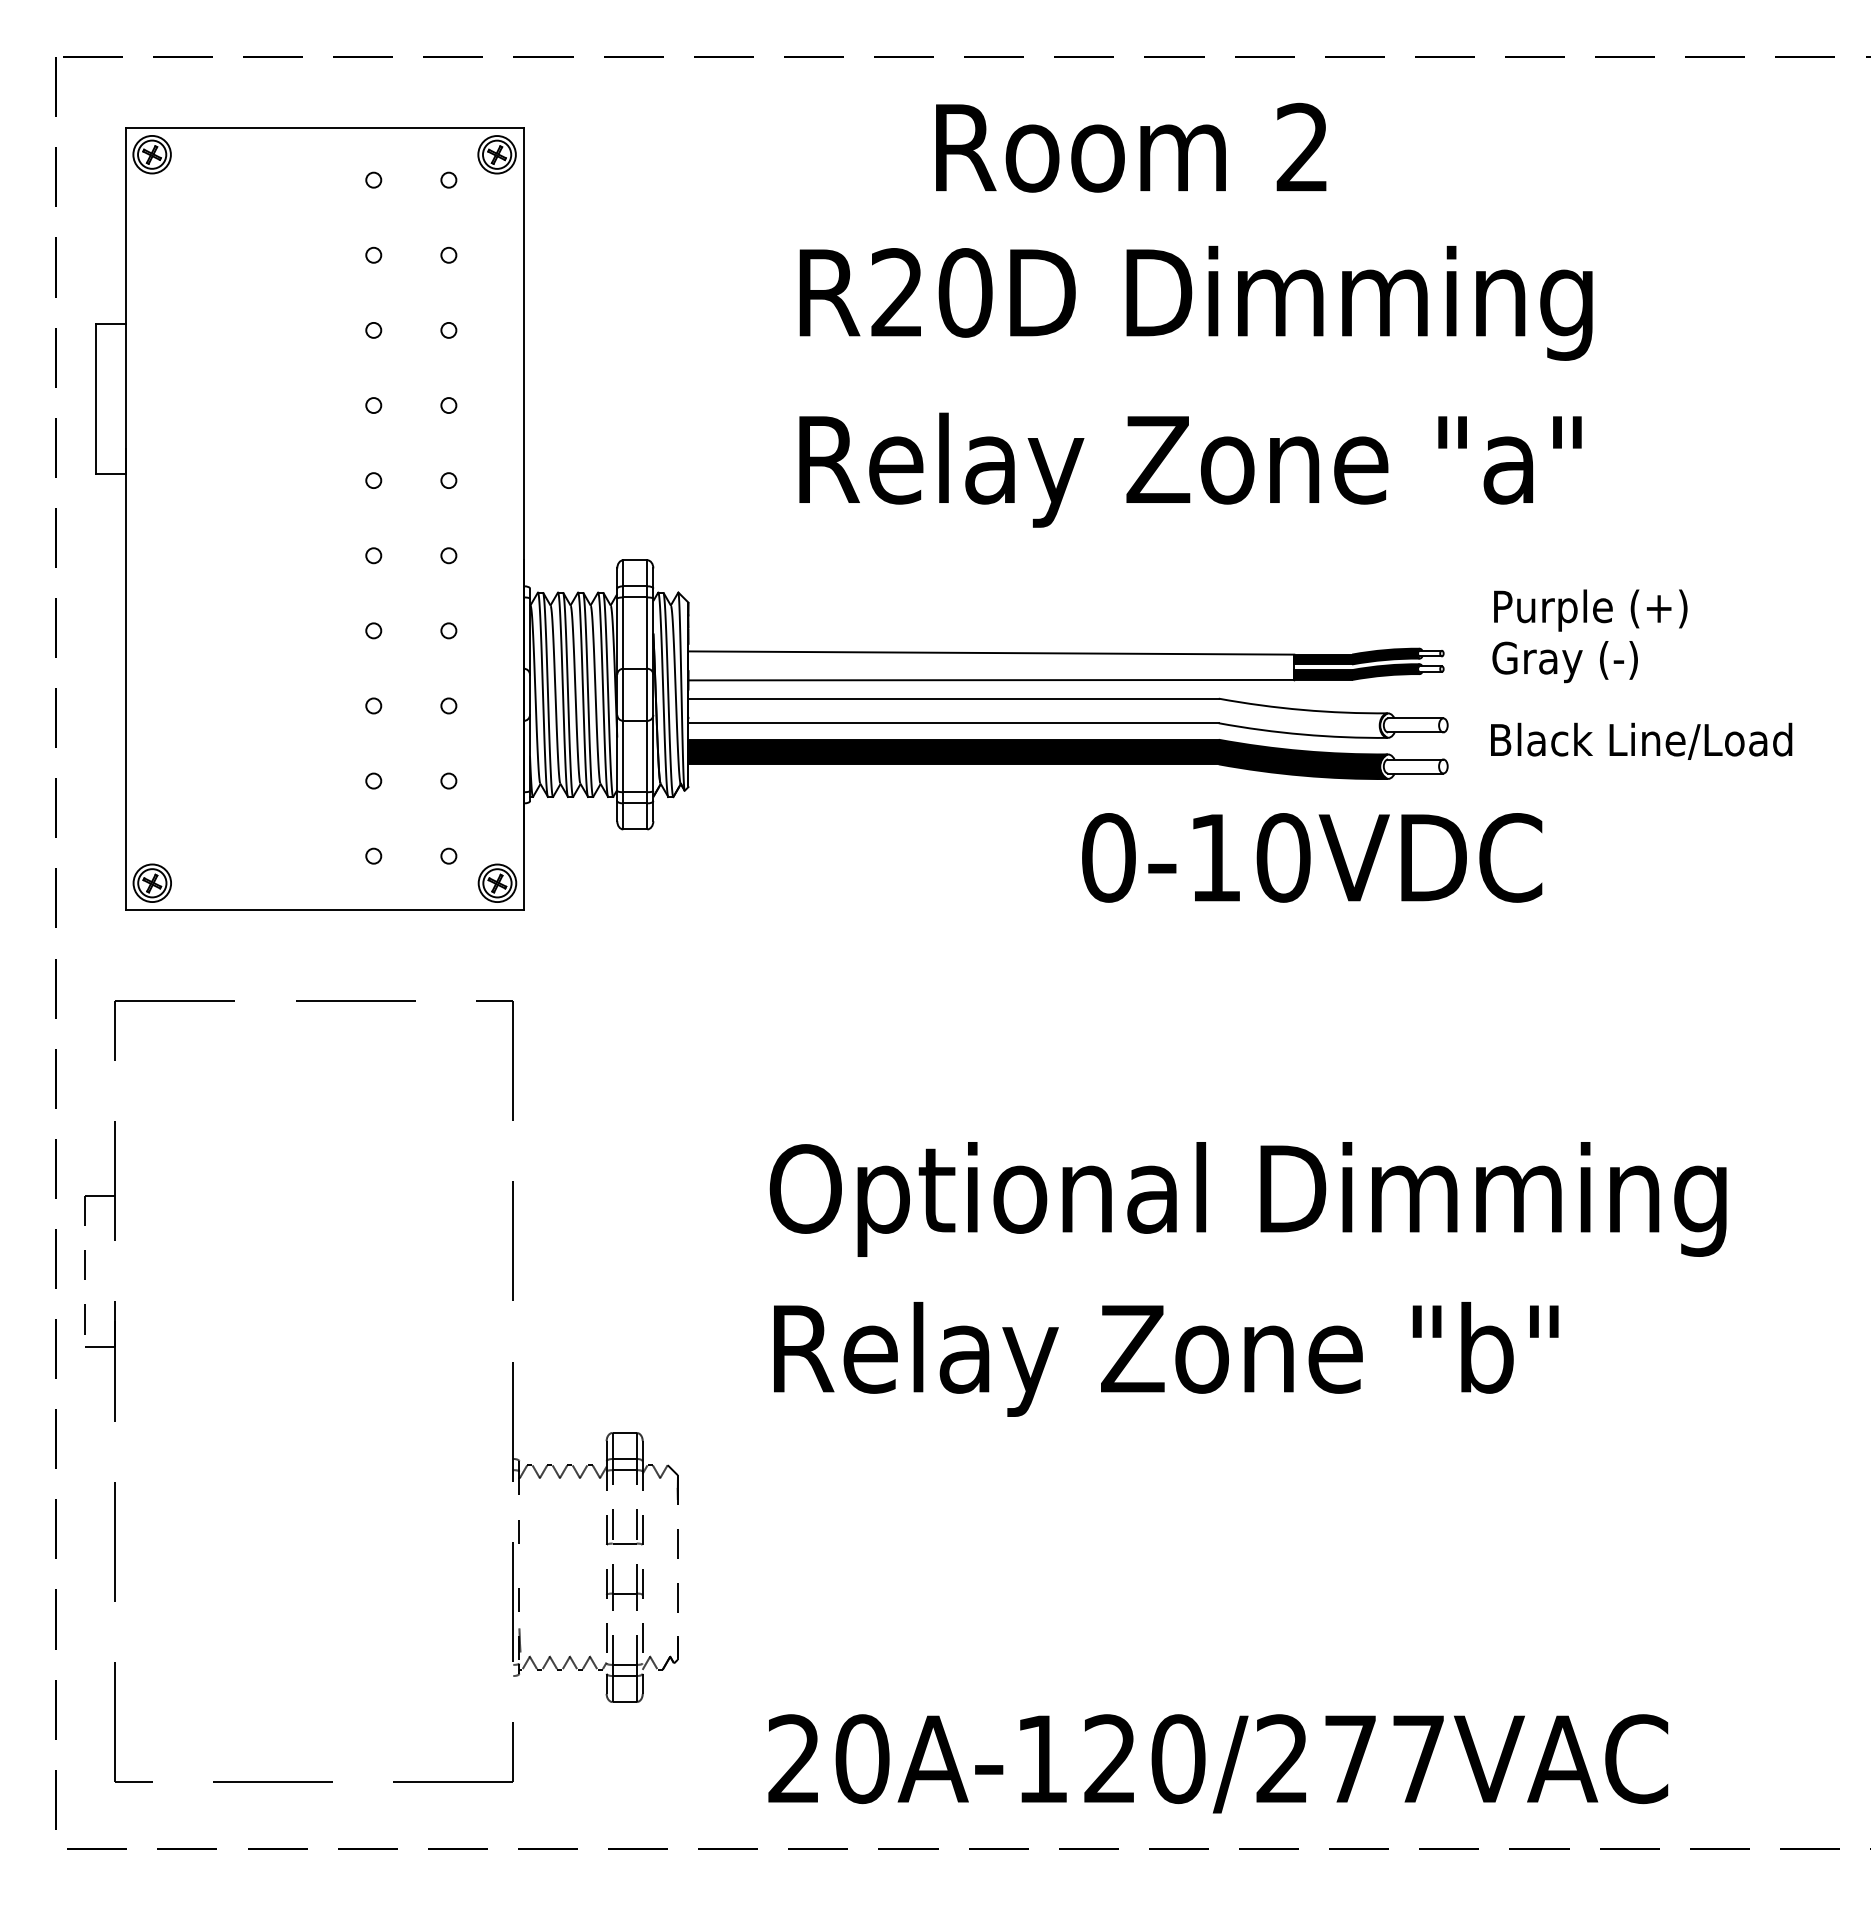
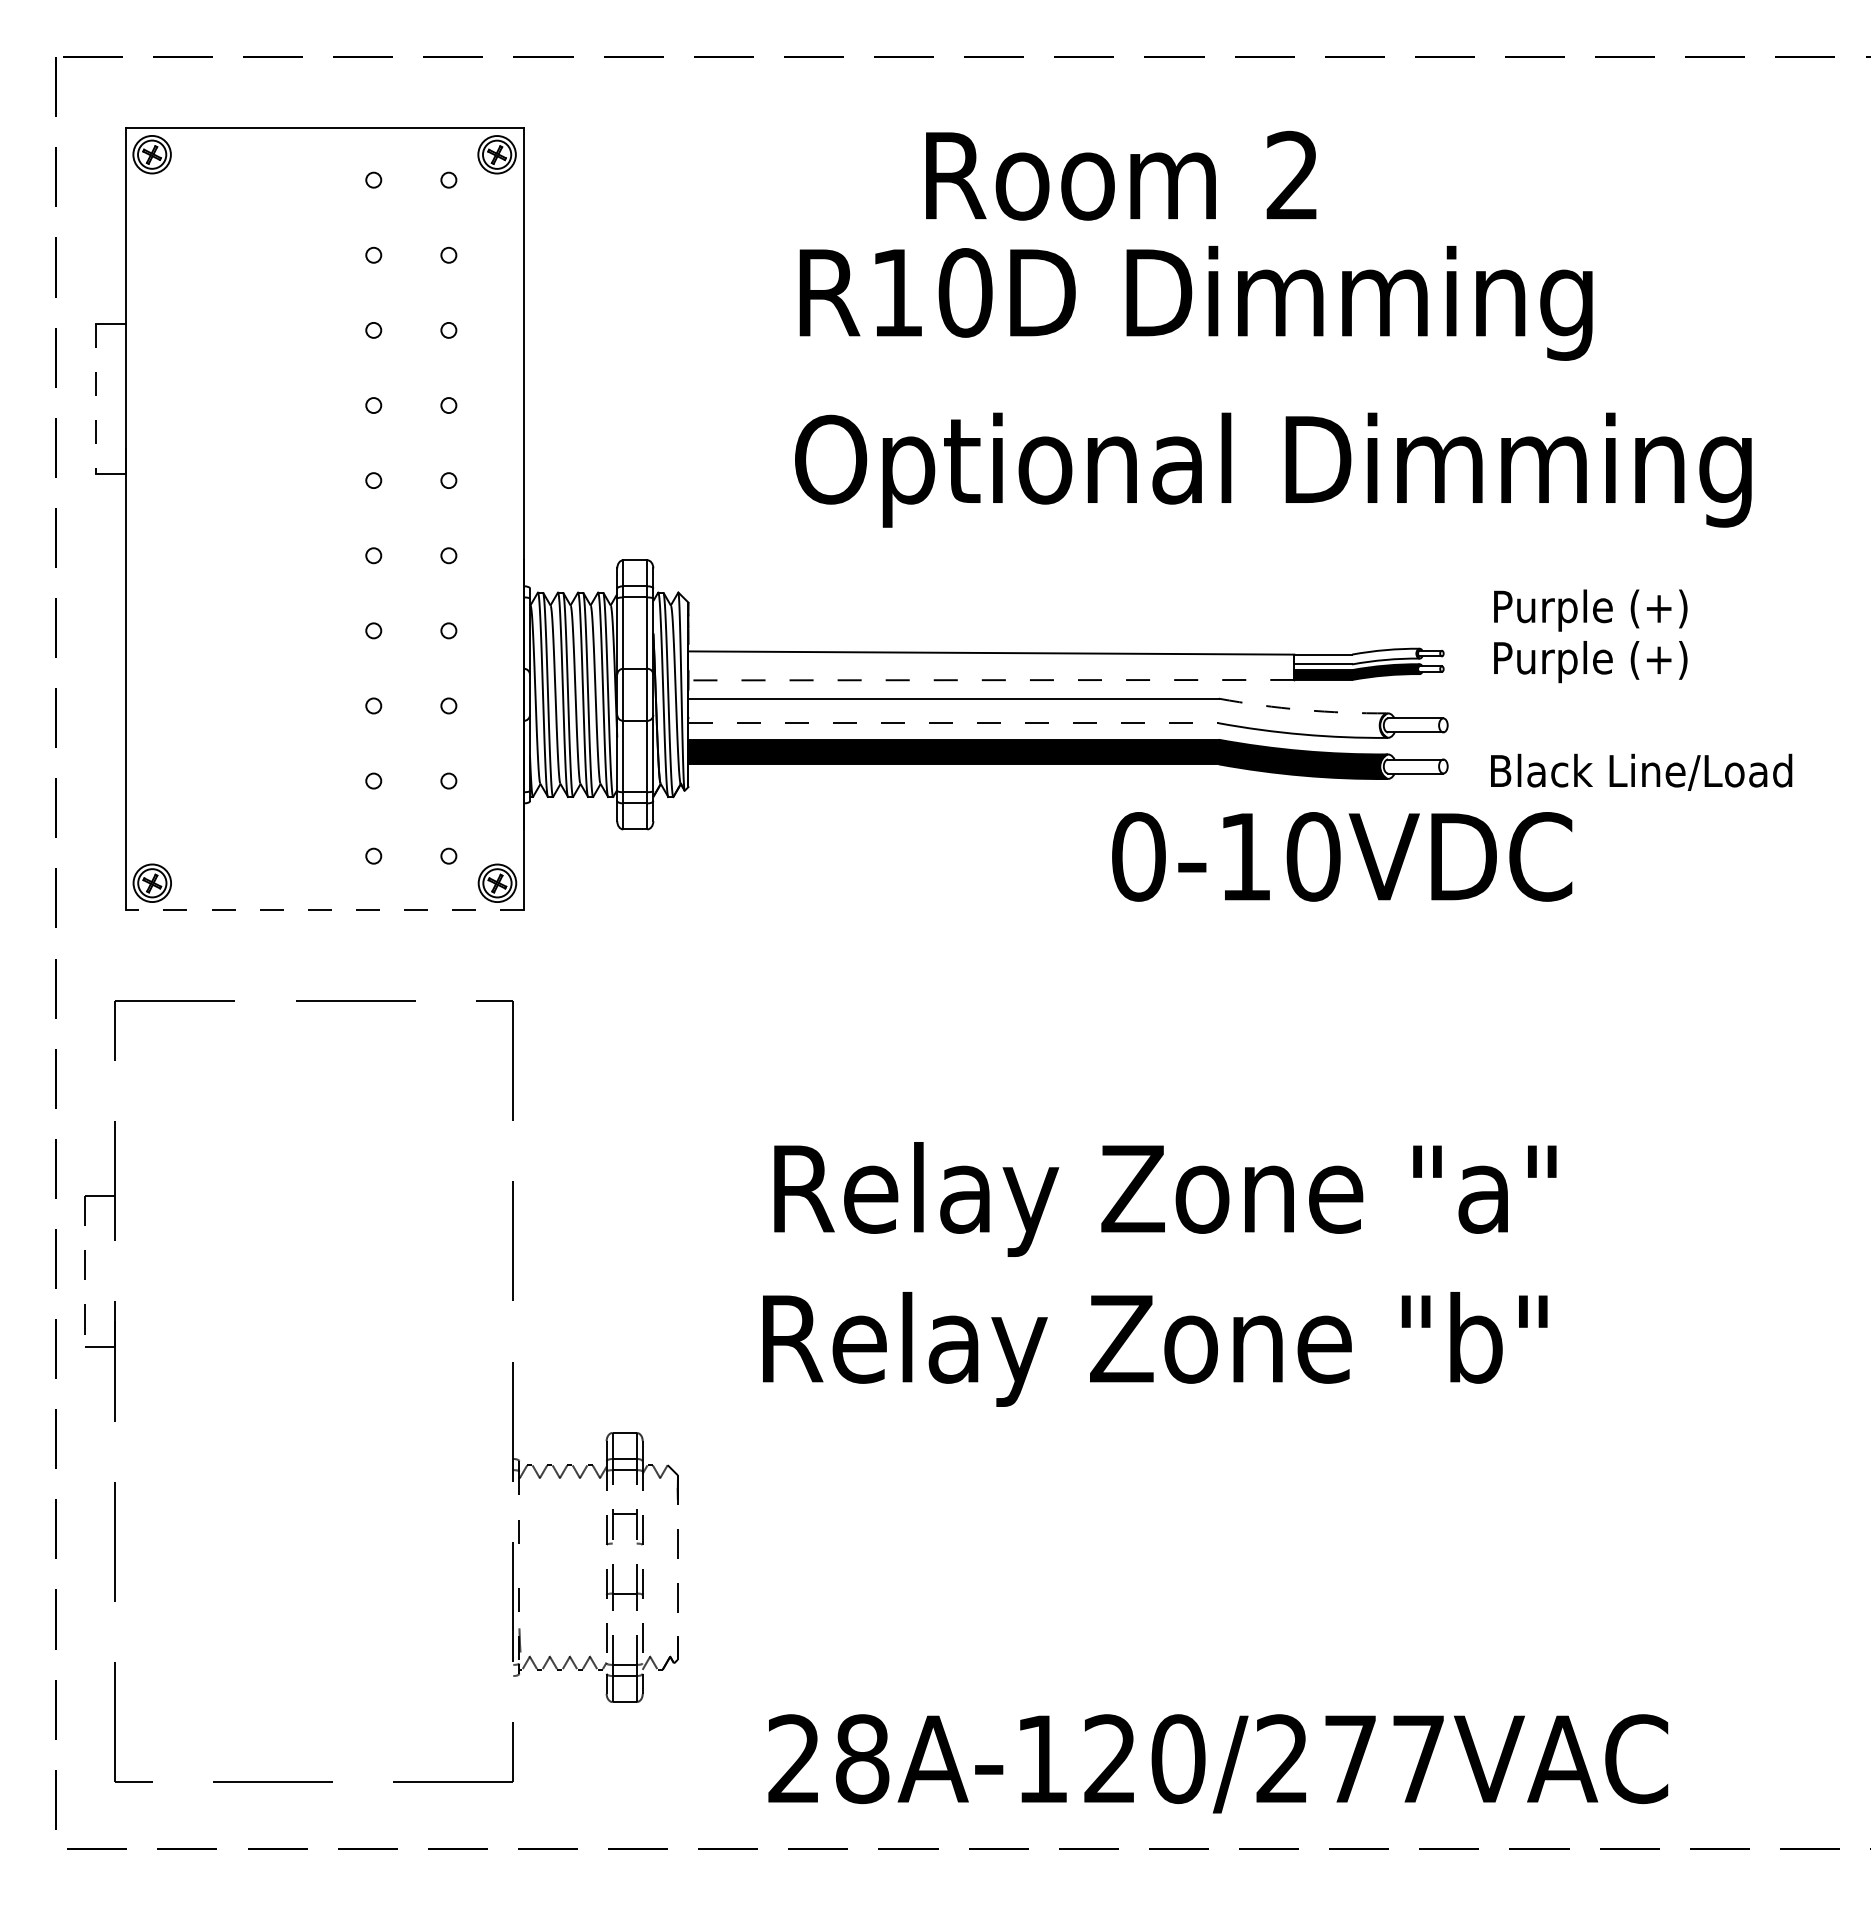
text at (1131, 147) position: (1131, 147) -> (1121, 175)
text at (896, 292): R20D -> R10D
line at (95, 399): solid -> dashed
text at (1273, 469): Relay Zone "a" -> Optional Dimming
fill at (1356, 656): present -> none
text at (1589, 662): Gray (-) -> Purple (+)
line at (991, 680): solid -> dashed
arc at (1302, 709): solid -> dashed
line at (954, 723): solid -> dashed
text at (1641, 740) position: (1641, 740) -> (1641, 771)
text at (1312, 857) position: (1312, 857) -> (1342, 856)
line at (324, 909): solid -> dashed
text at (1247, 1199): Optional Dimming -> Relay Zone "a"
text at (1166, 1359) position: (1166, 1359) -> (1155, 1349)
line at (624, 1543) position: (624, 1543) -> (624, 1513)
text at (862, 1758): 20A-120/277VAC -> 28A-120/277VAC
